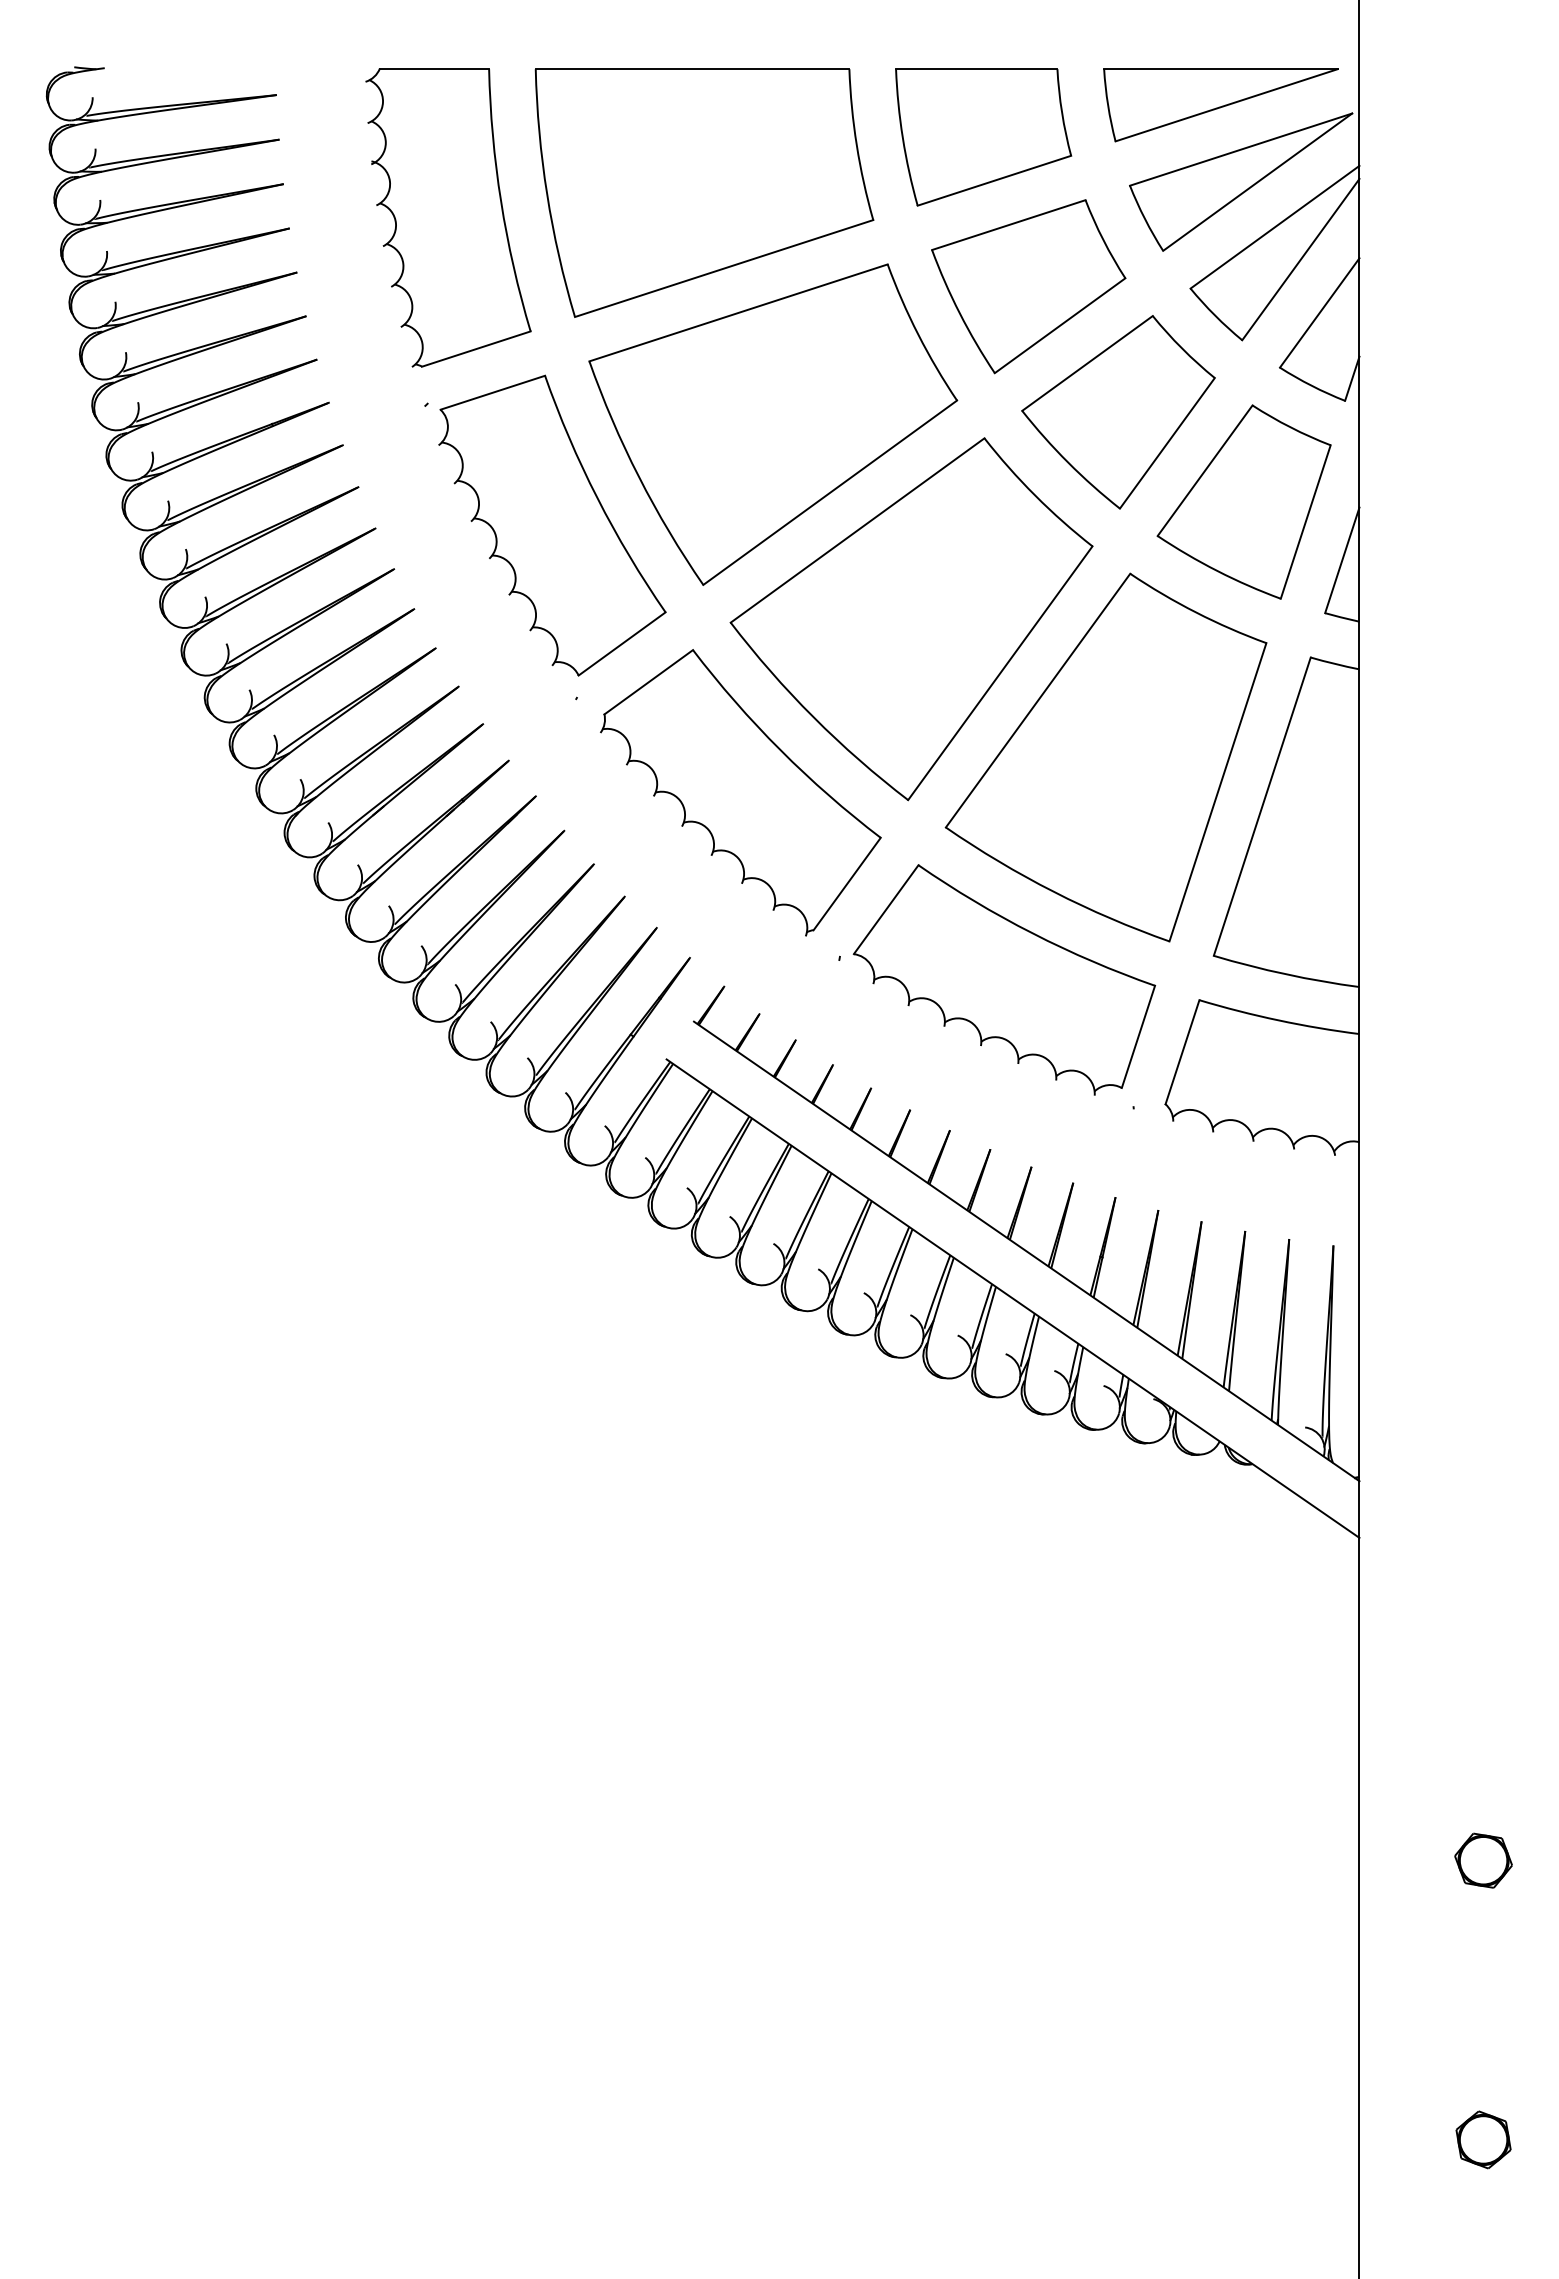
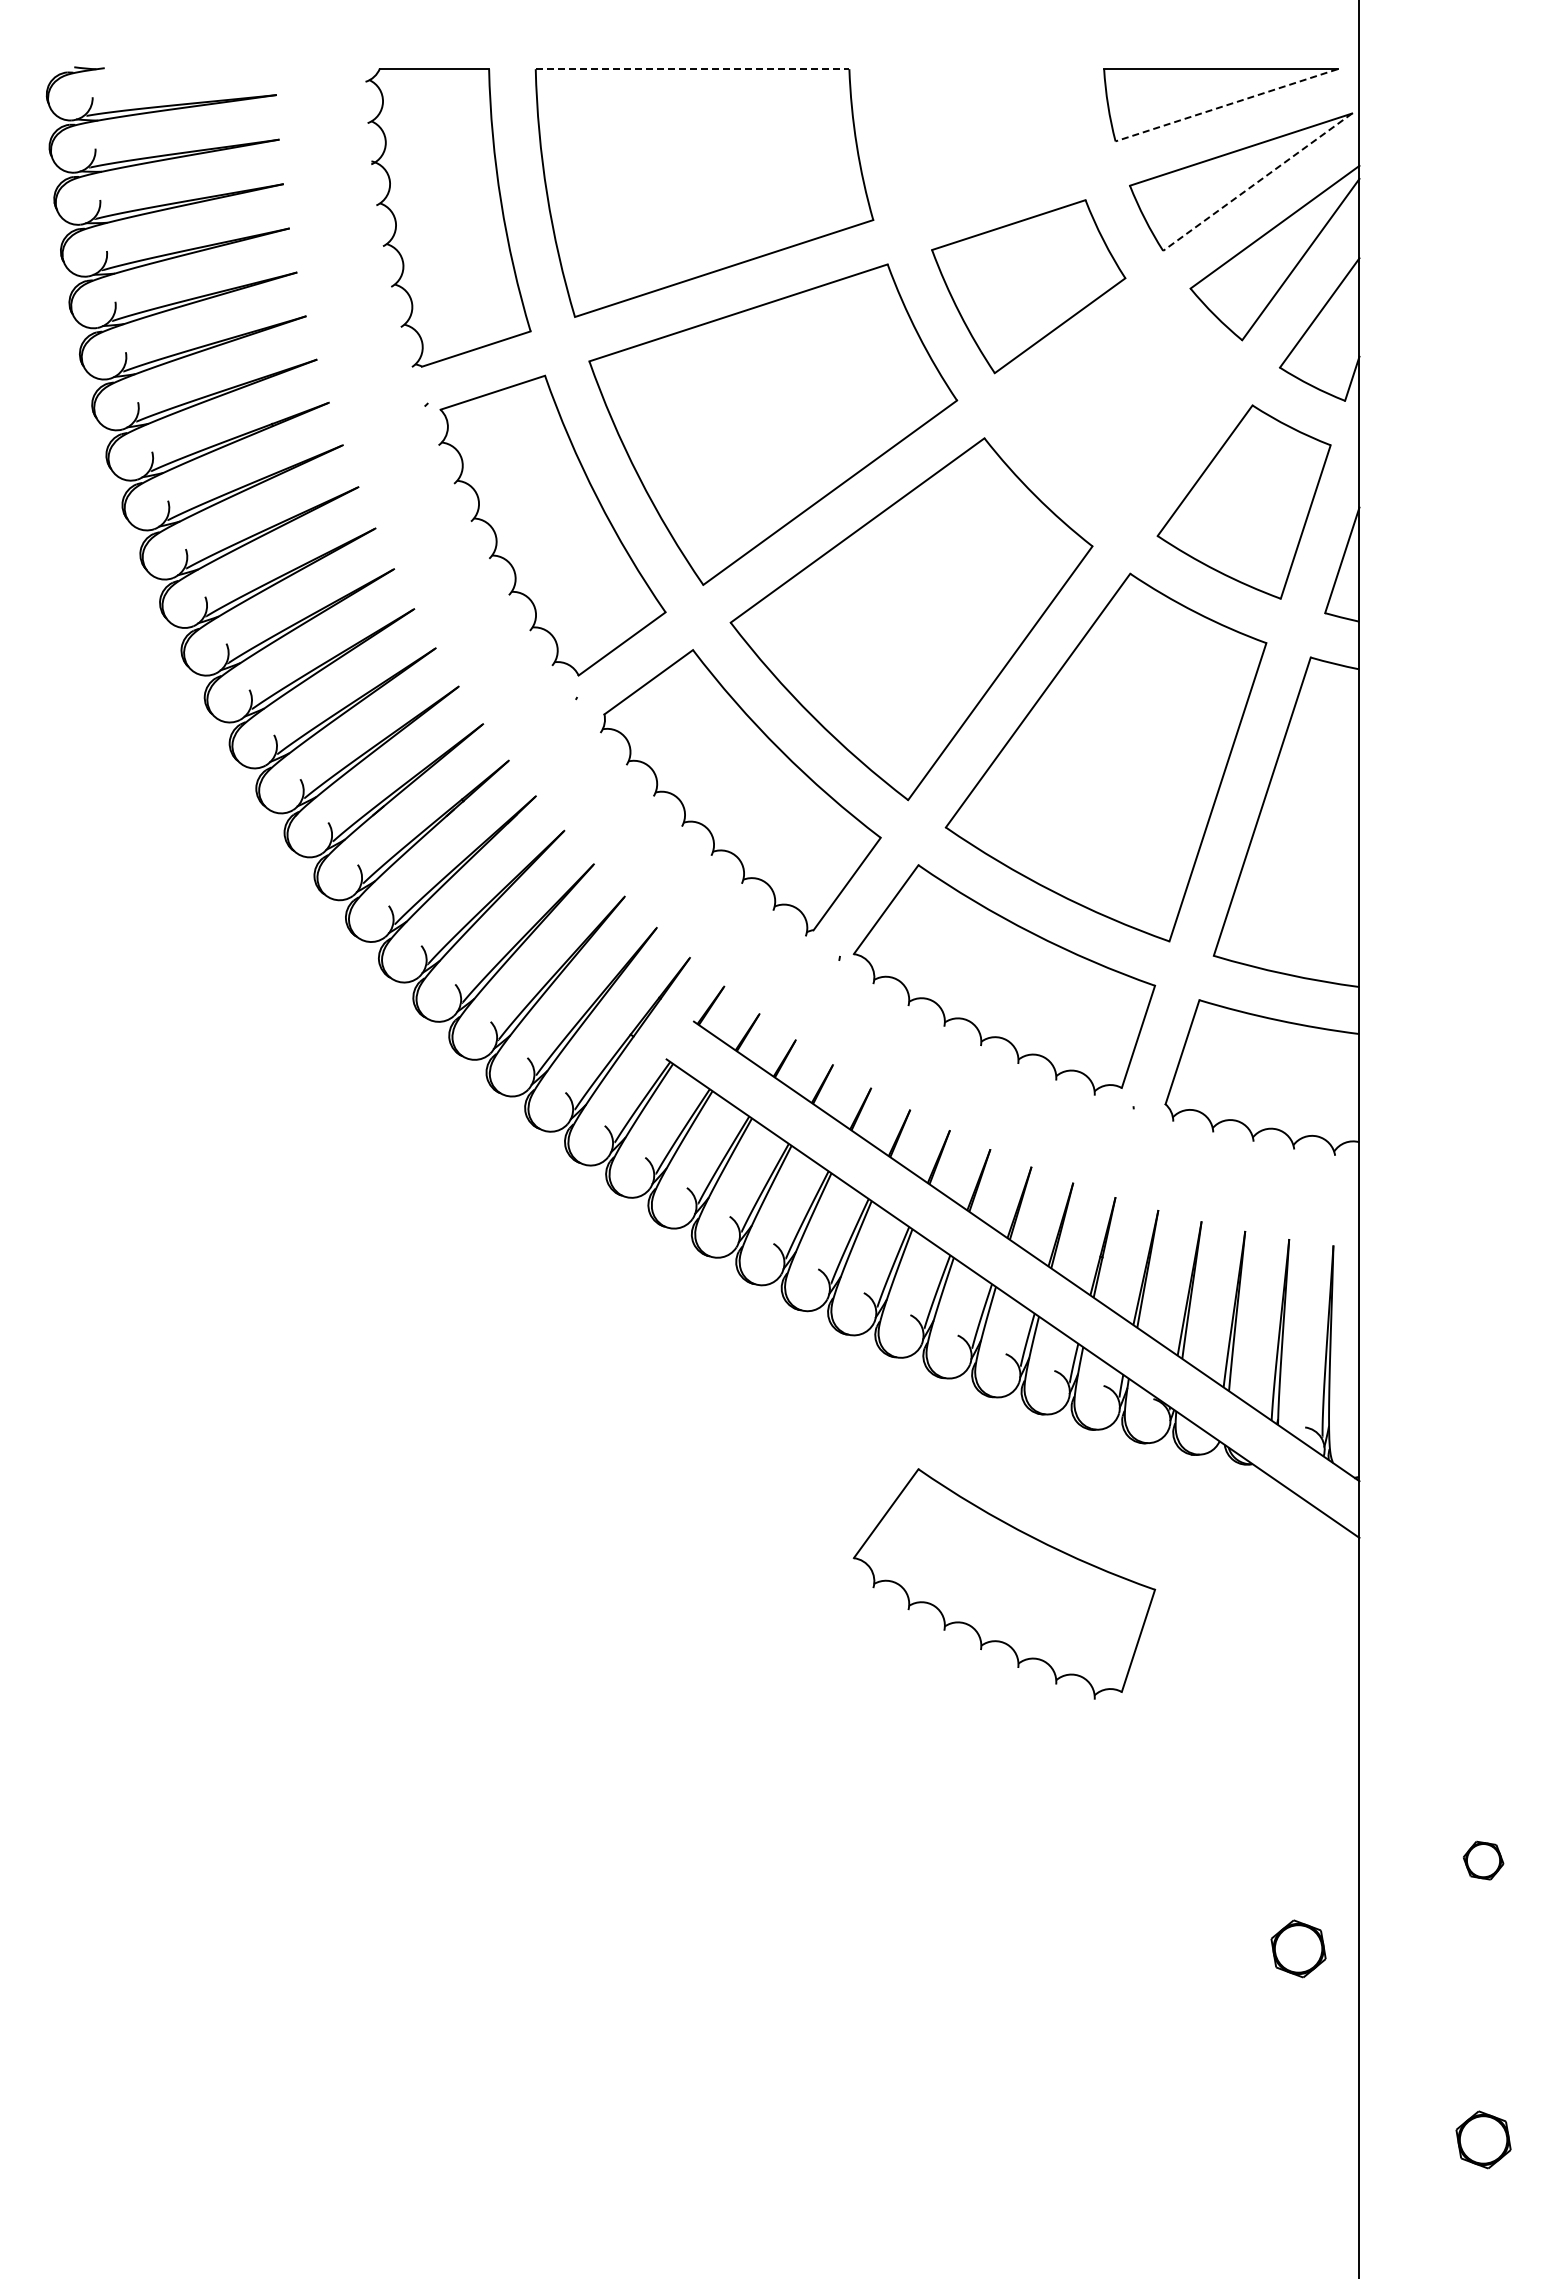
line at (692, 69): solid -> dashed
line at (1226, 105): solid -> dashed
part at (983, 137): present -> none
line at (1257, 182): solid -> dashed
part at (1118, 412): present -> none
part at (1004, 1583): none -> present
part at (1483, 1860) size: 59x57 px -> 43x41 px
part at (1298, 1948): none -> present
